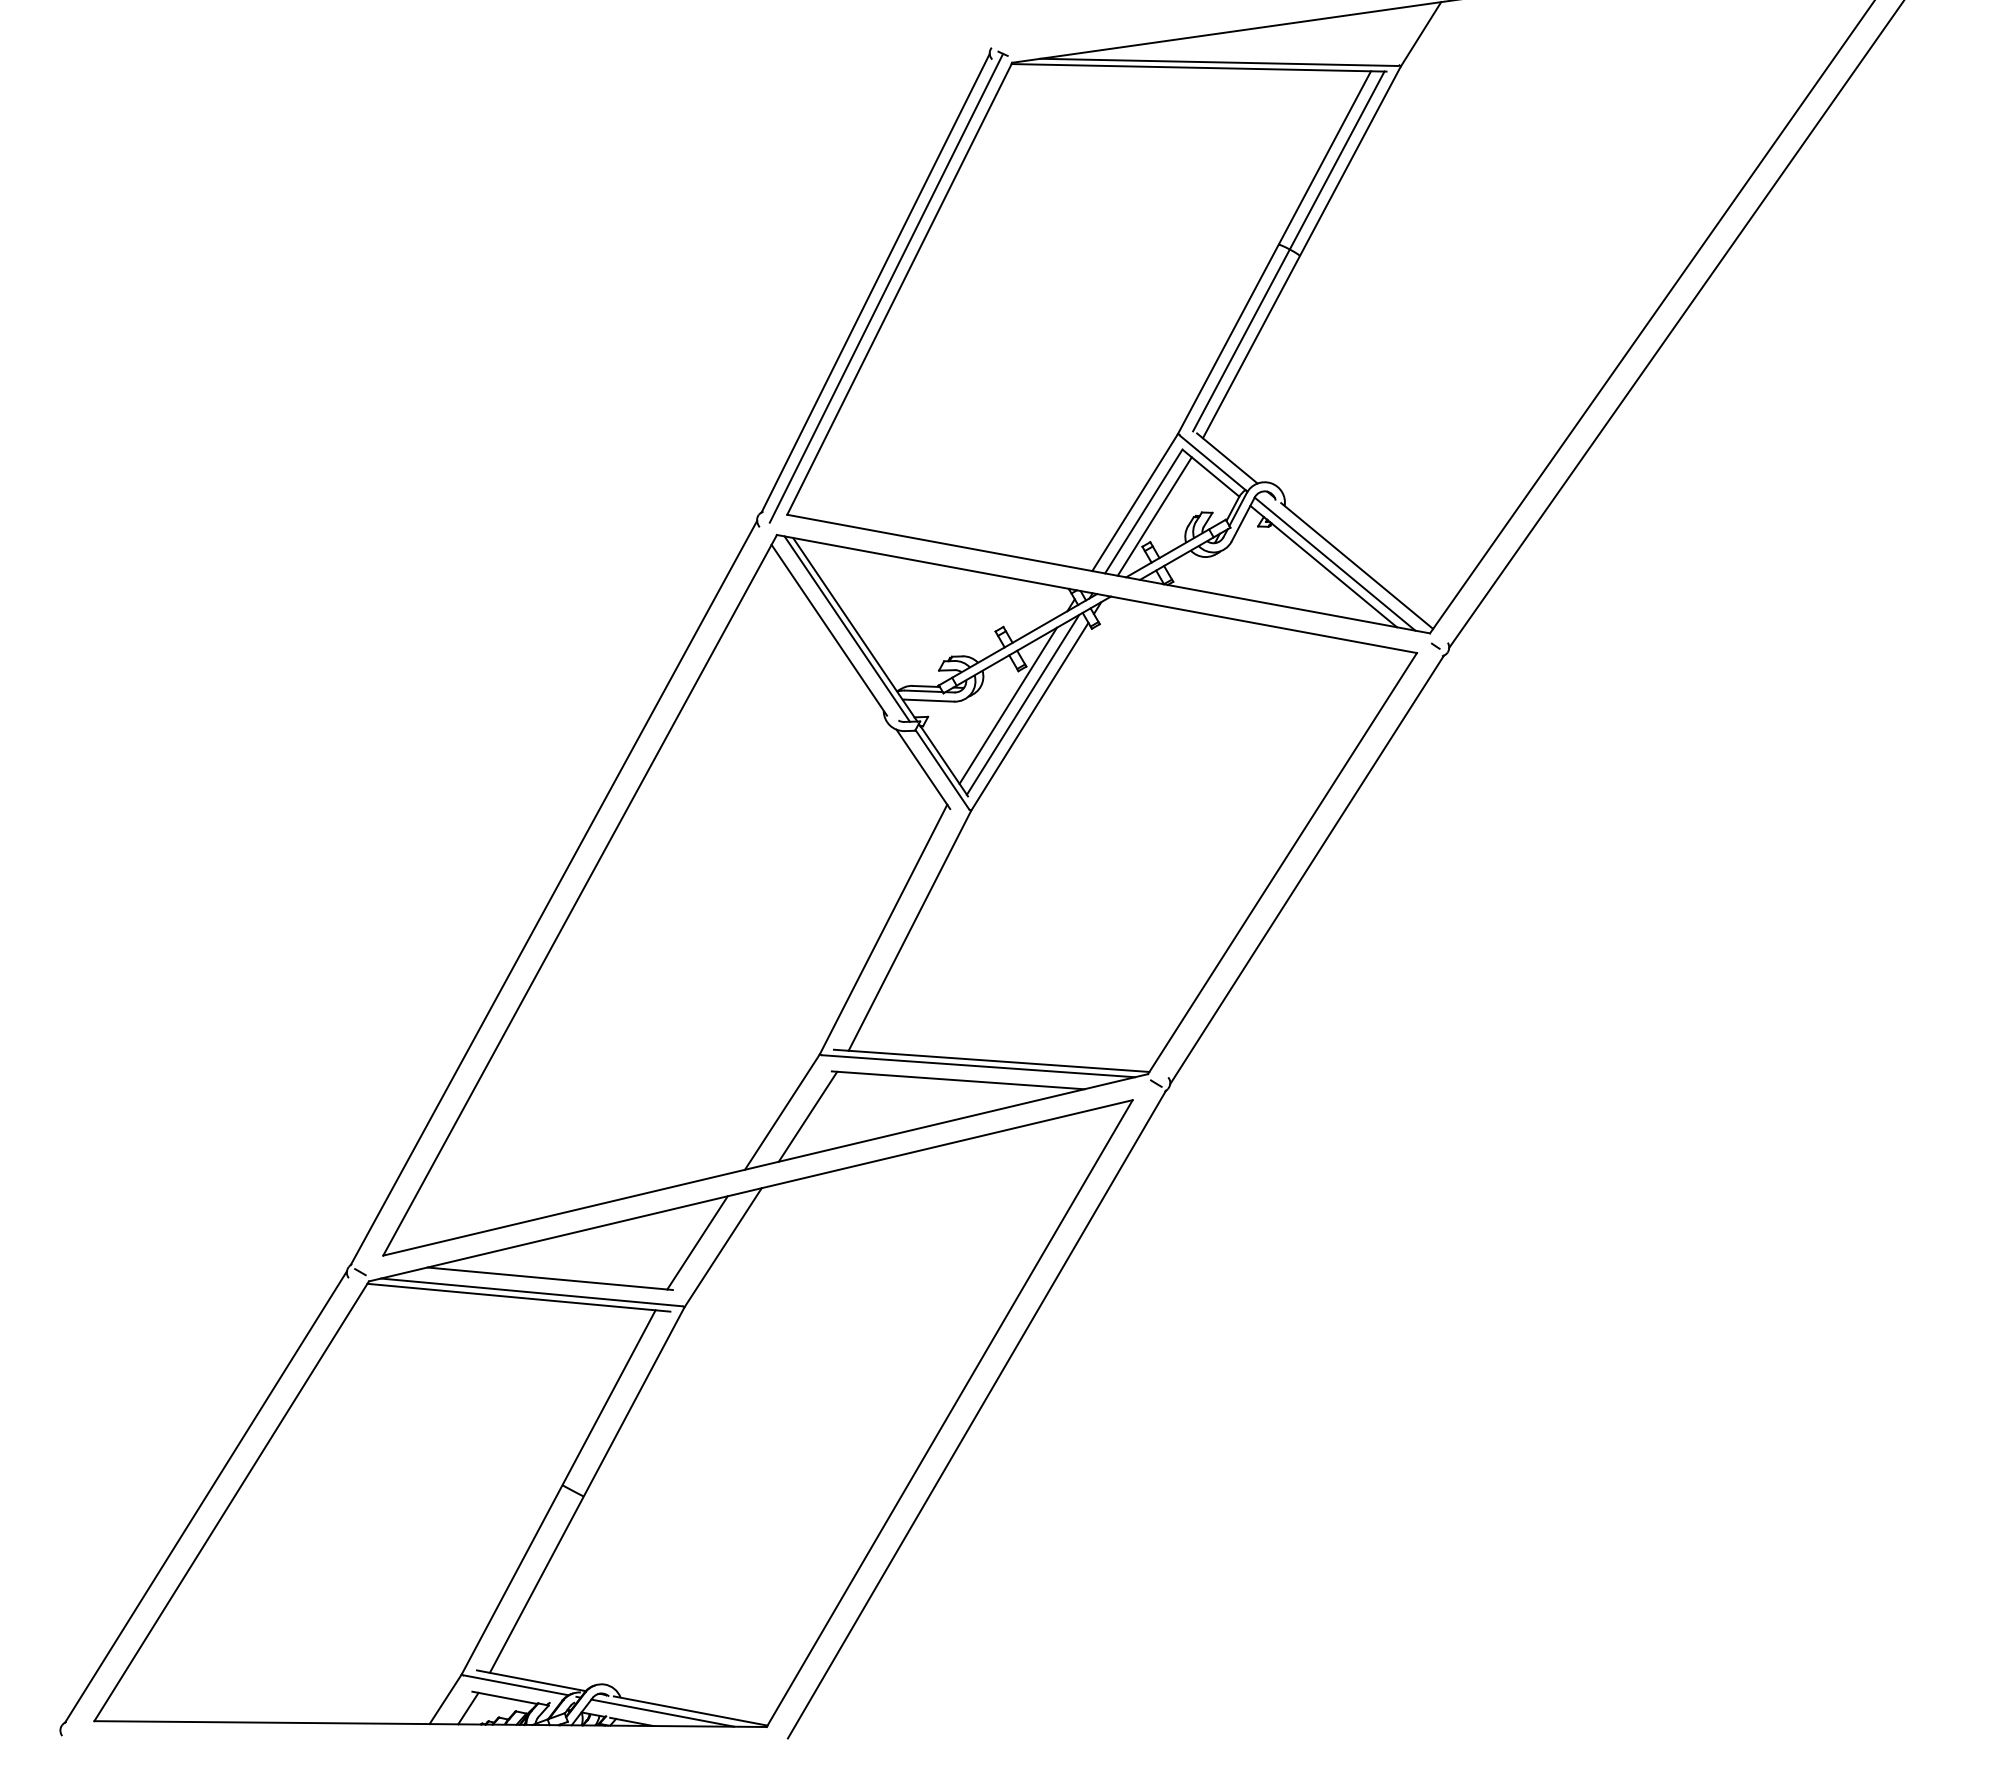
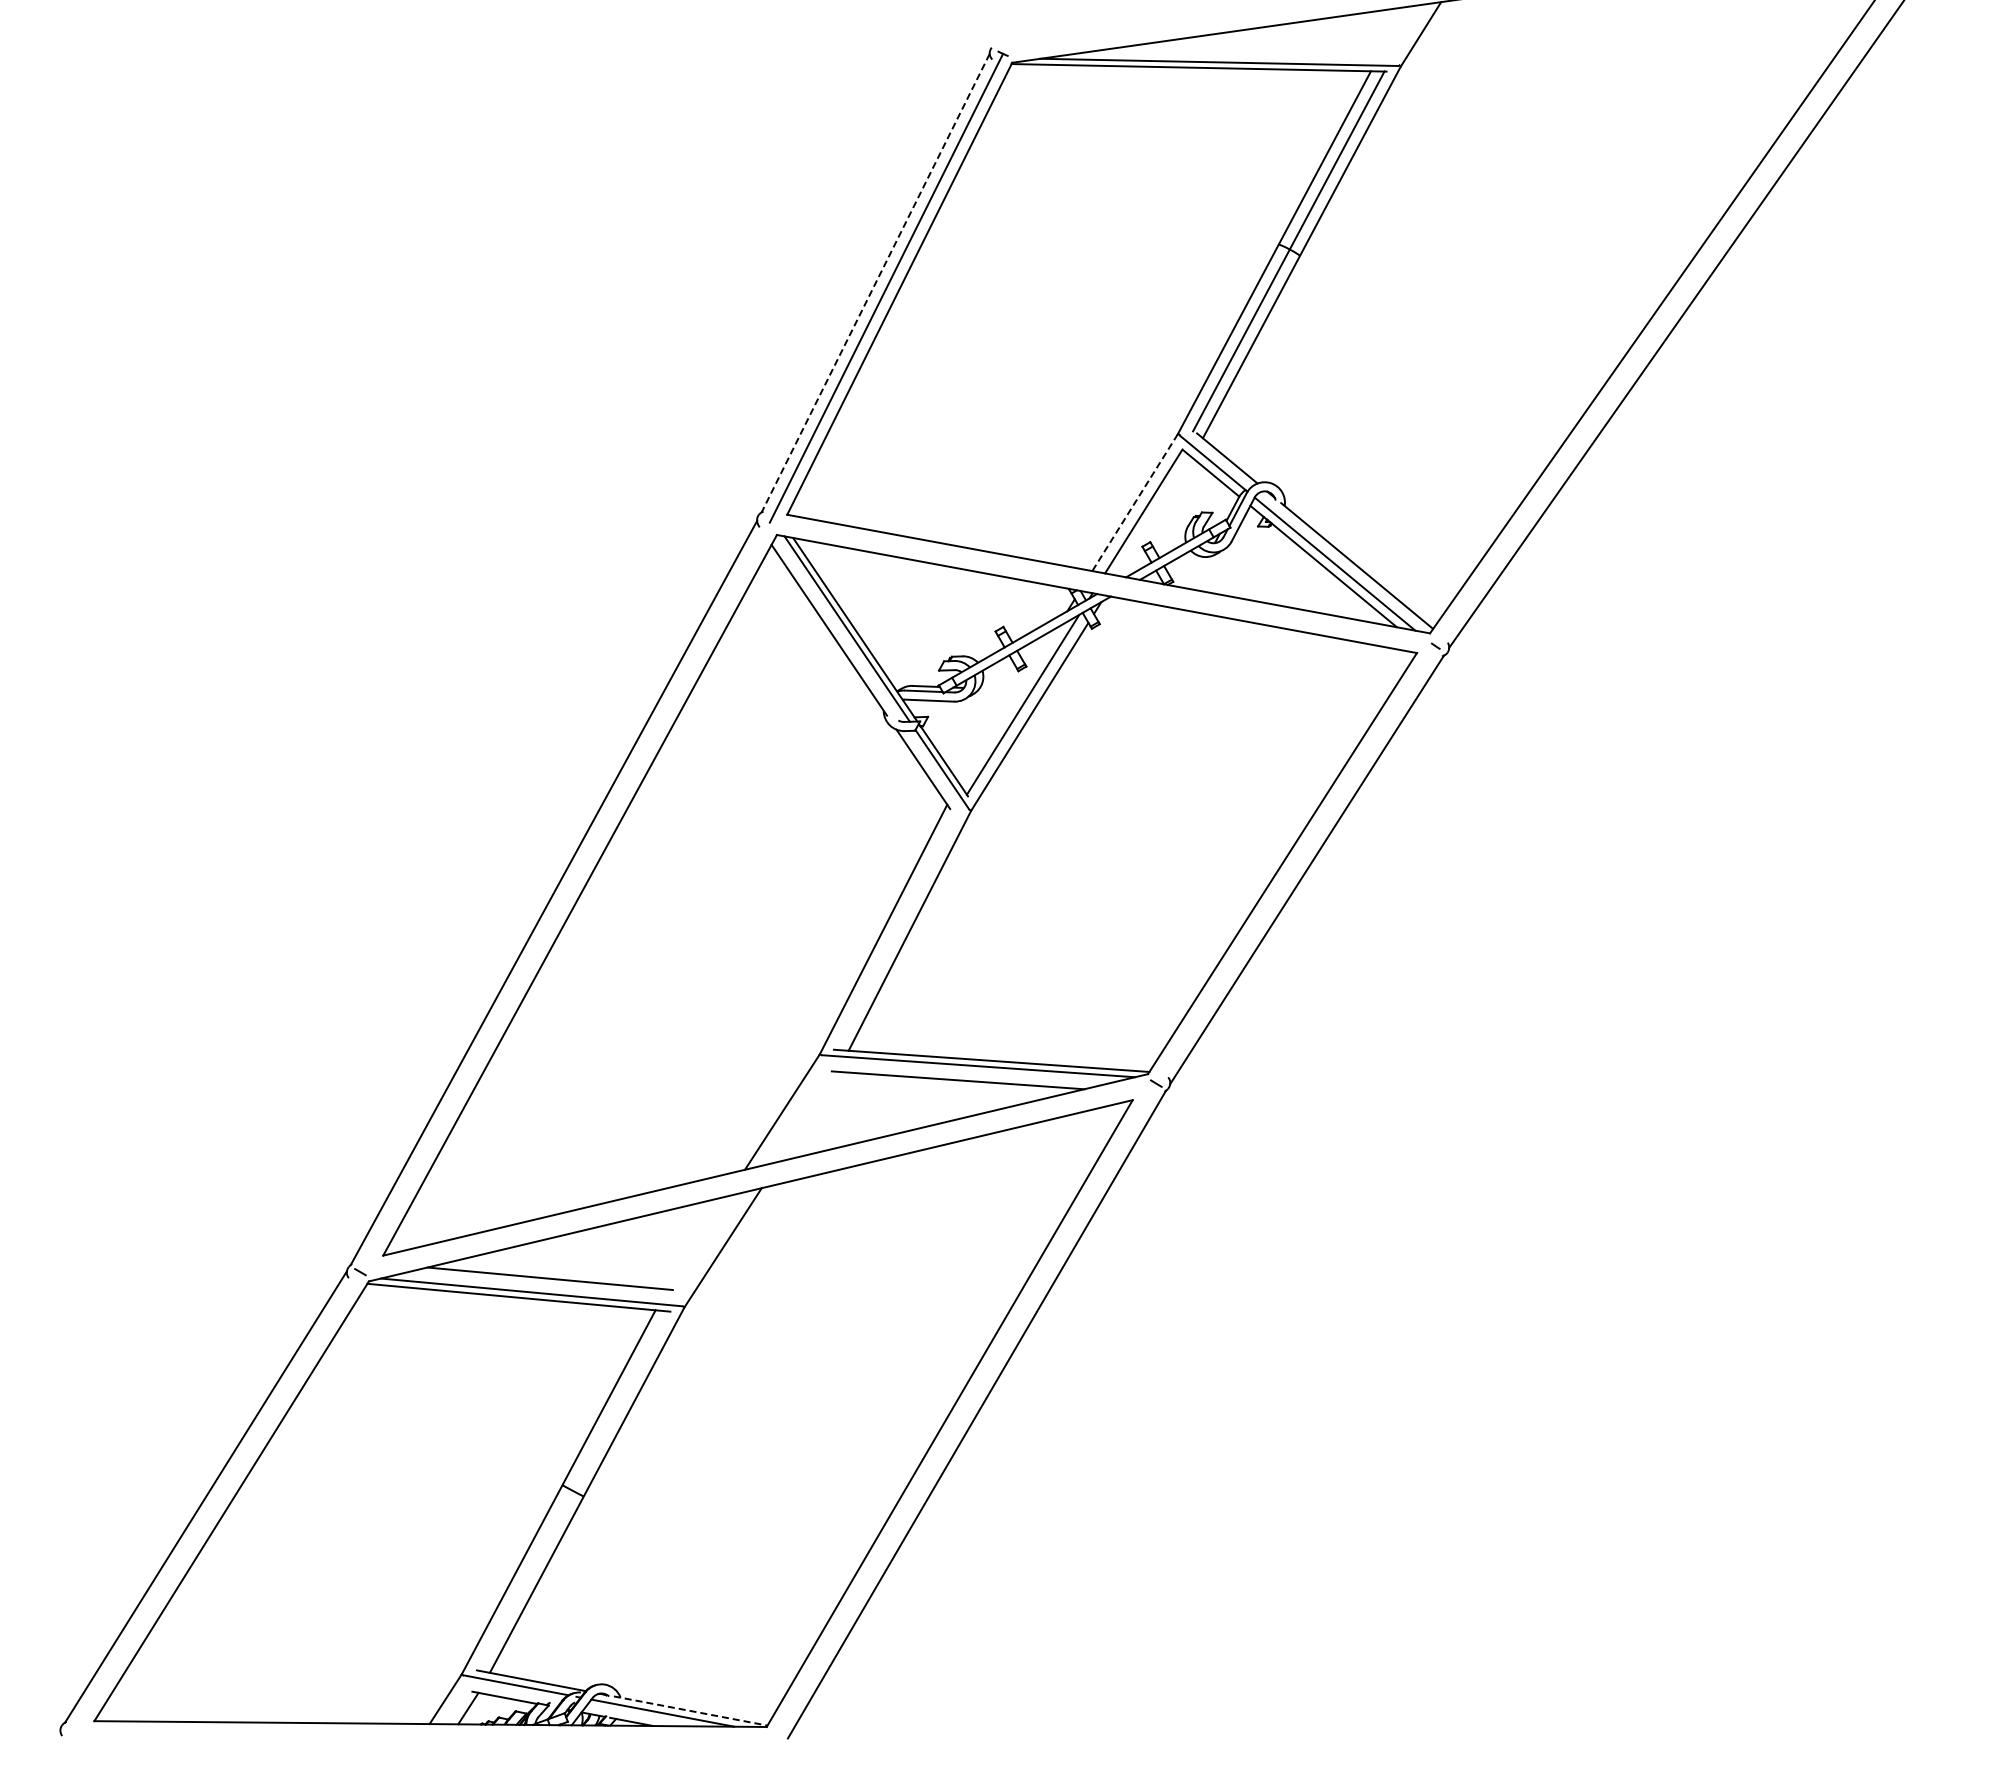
line at (875, 283): solid -> dashed
line at (1135, 502): solid -> dashed
line at (1154, 516): present -> none
line at (1007, 705): present -> none
line at (807, 1116): present -> none
line at (697, 1242): present -> none
line at (691, 1711): solid -> dashed
